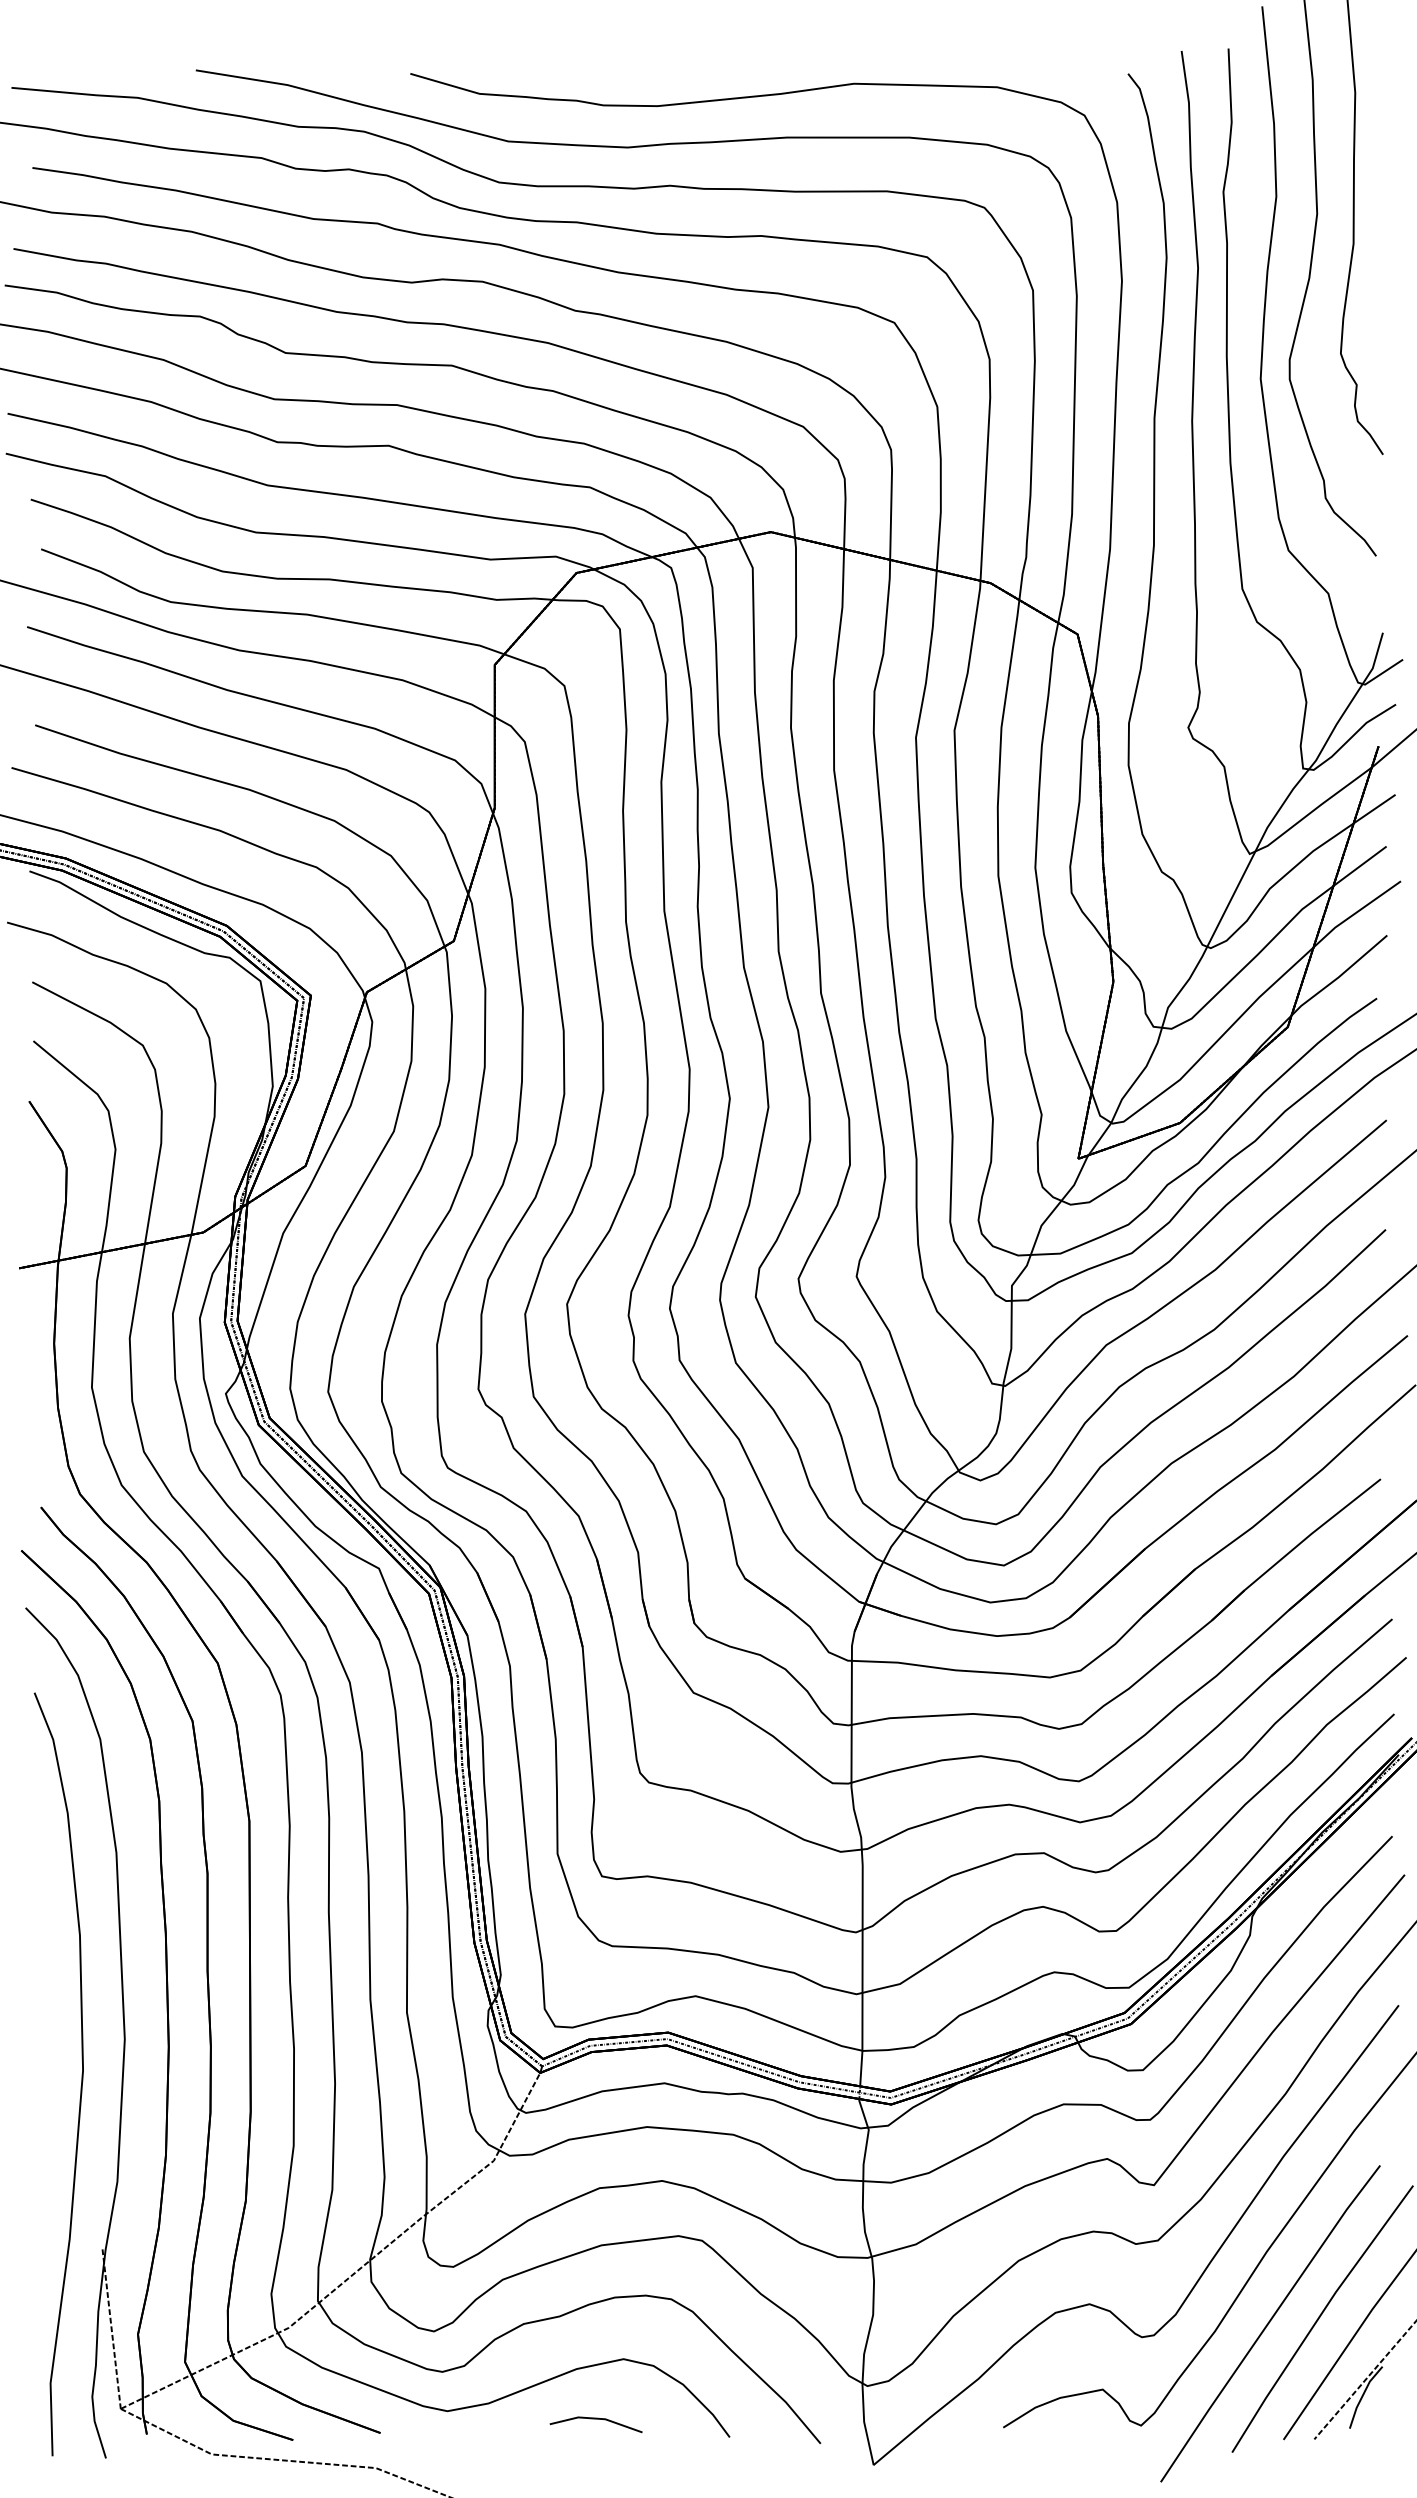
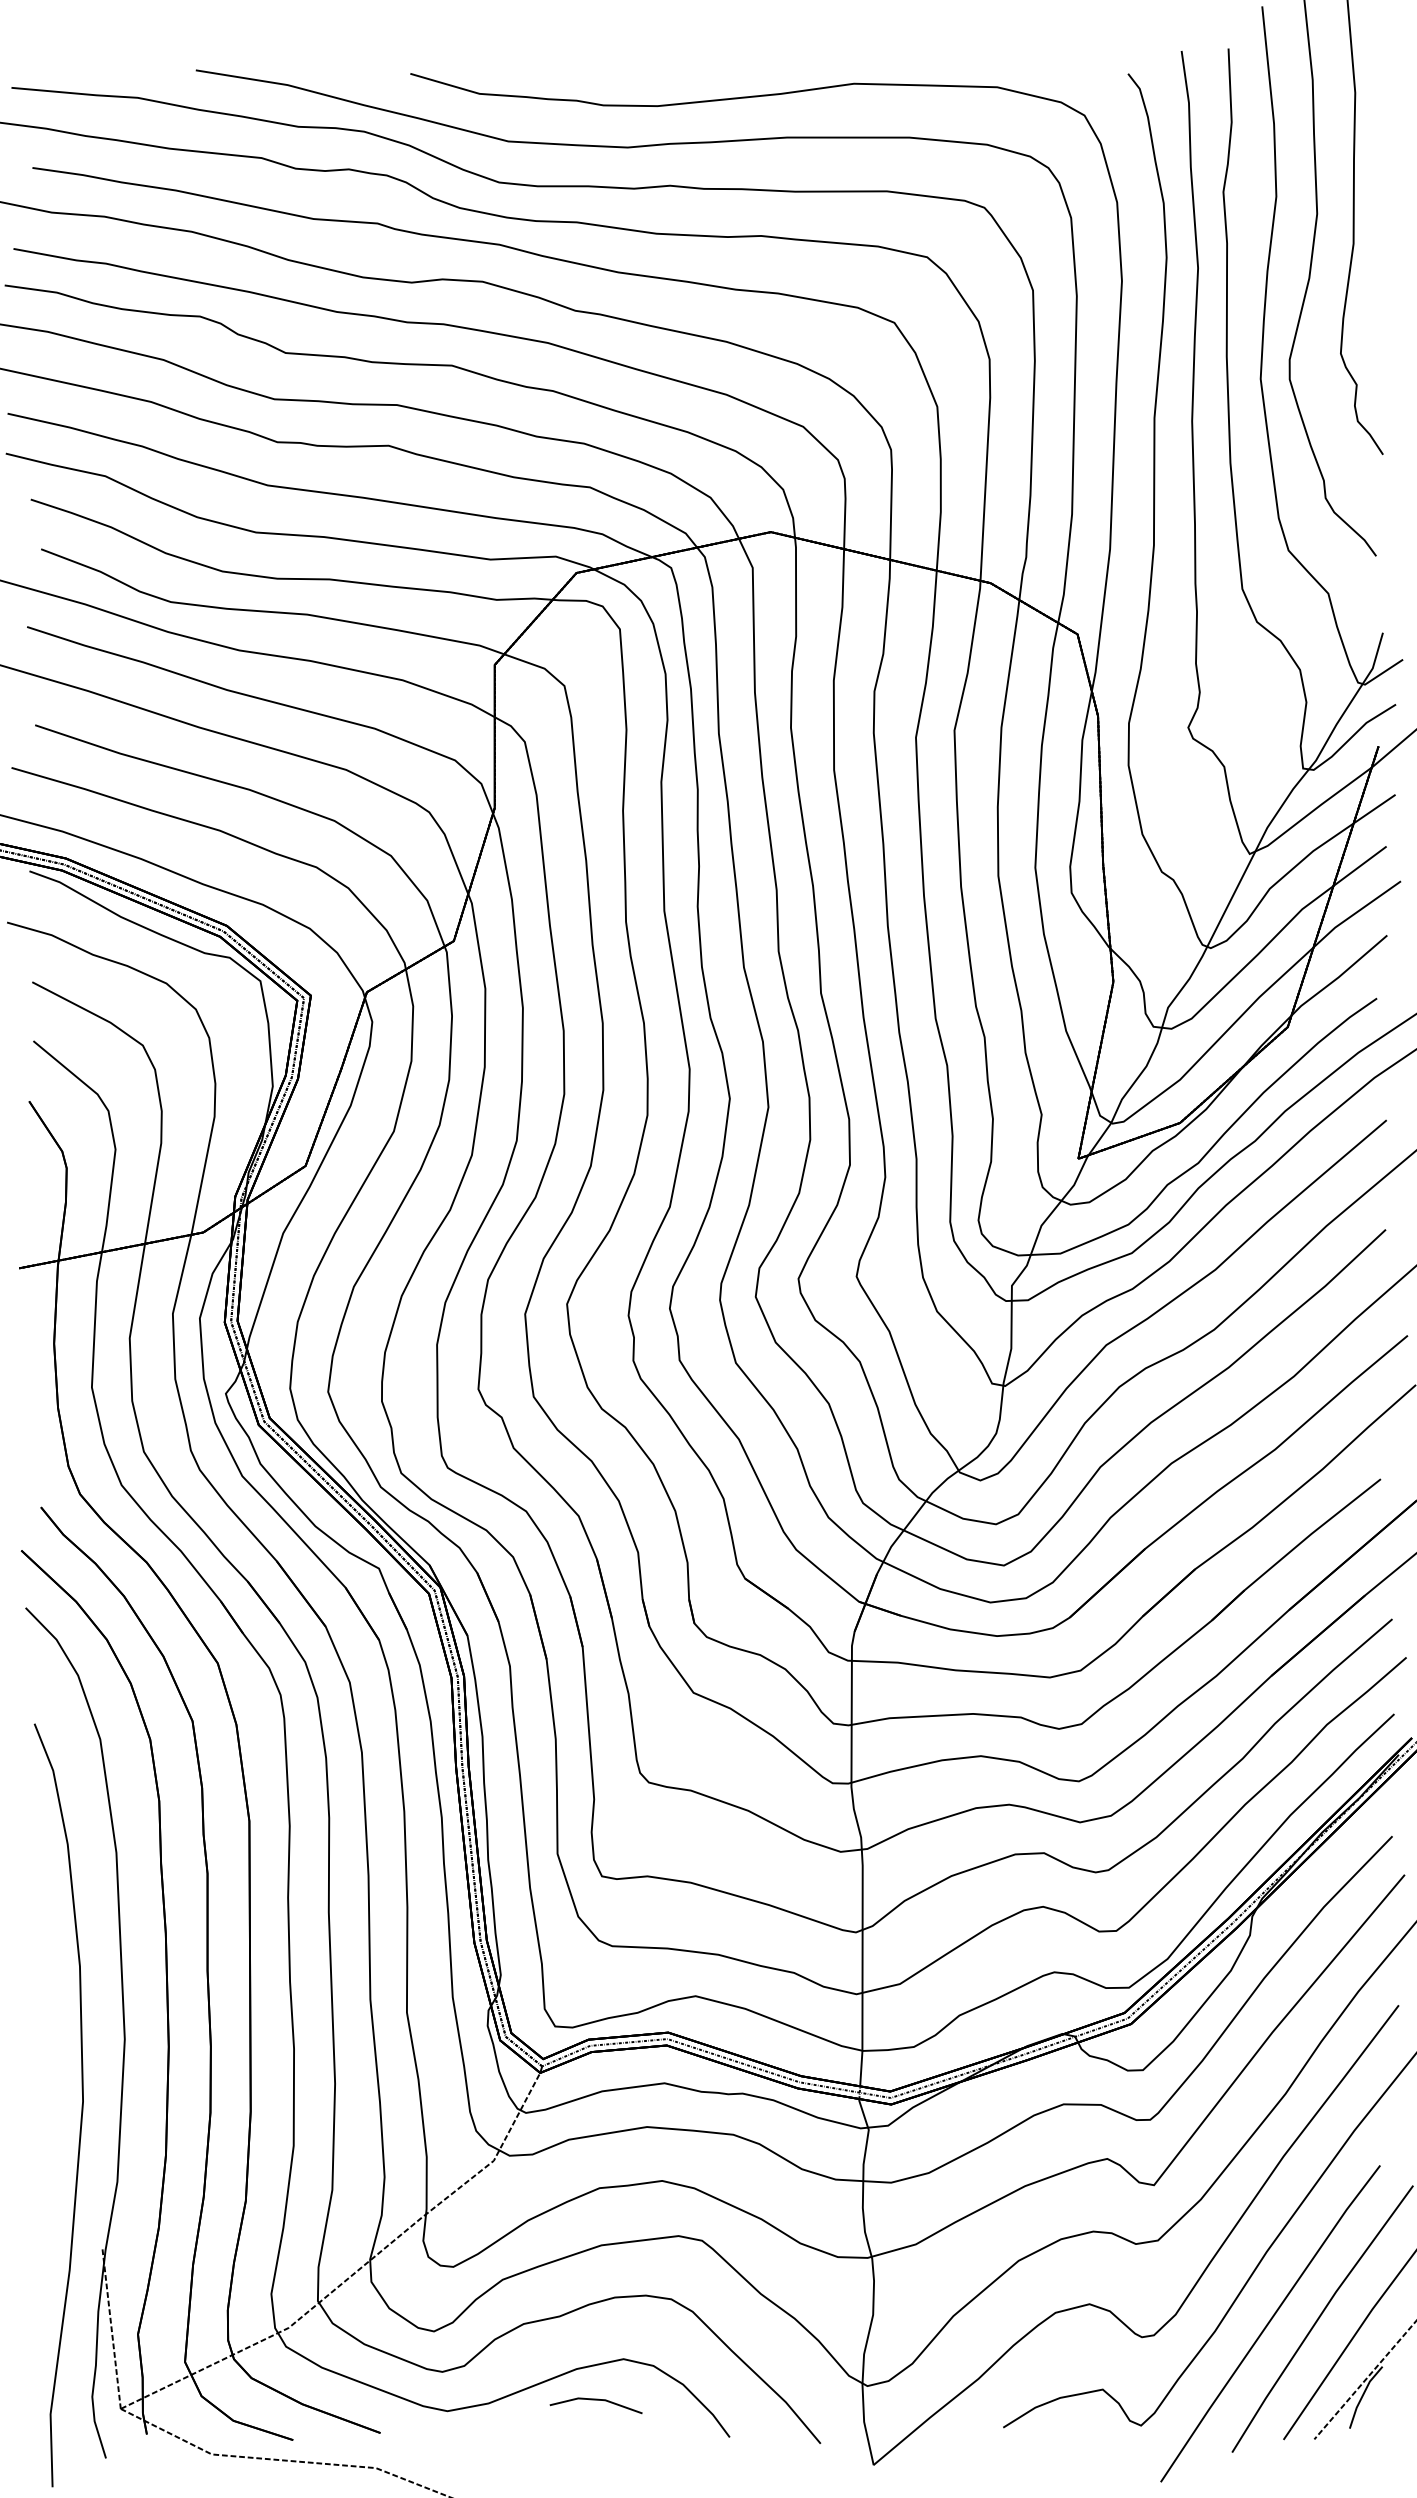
curve at (81, 2074) position: (81, 2074) -> (81, 2105)
line at (595, 2419) position: (595, 2419) -> (595, 2400)
